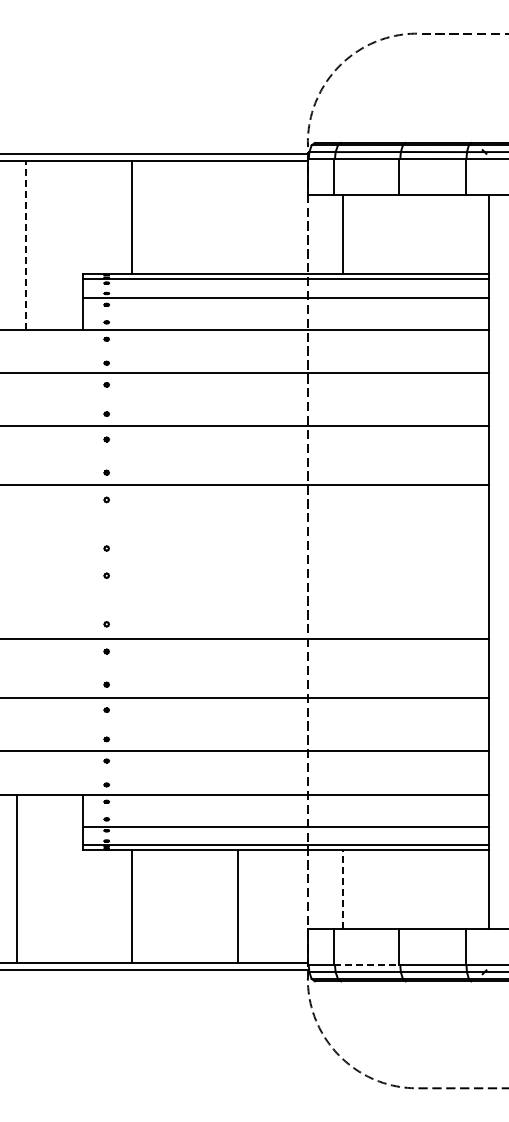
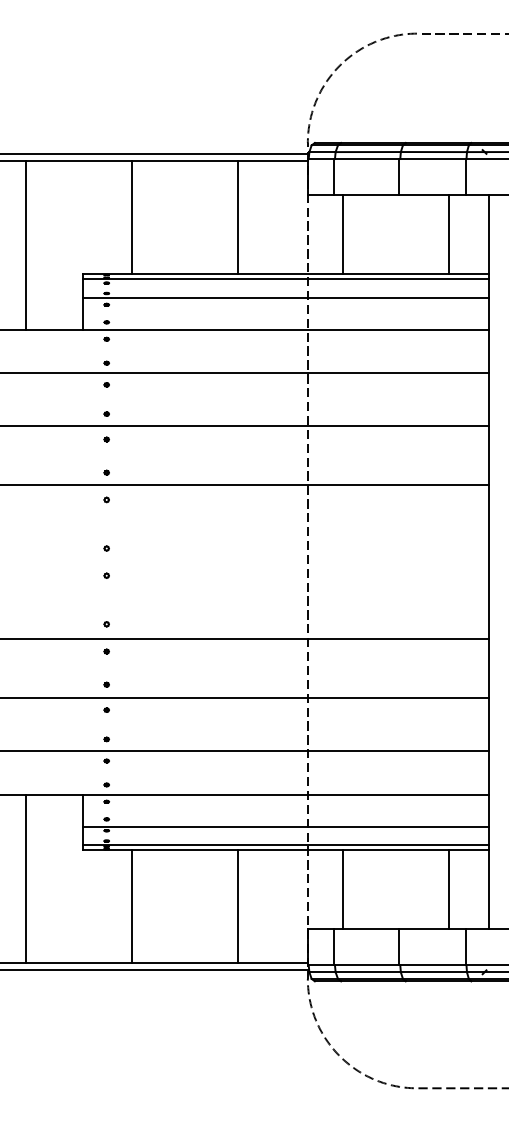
line at (237, 217): none -> present
line at (448, 234): none -> present
line at (26, 244): dashed -> solid
line at (17, 878) position: (17, 878) -> (26, 878)
line at (343, 889): dashed -> solid
line at (448, 889): none -> present
line at (366, 965): dashed -> solid
